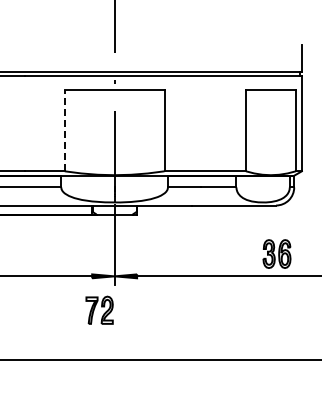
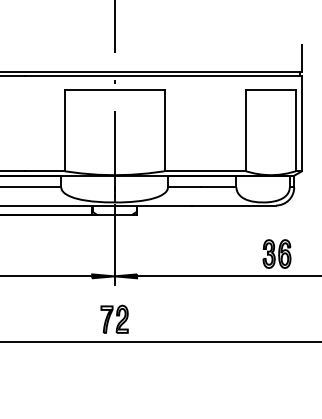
line at (64, 130): dashed -> solid
part at (99, 309) position: (99, 309) -> (114, 318)
line at (160, 359) position: (160, 359) -> (160, 341)
